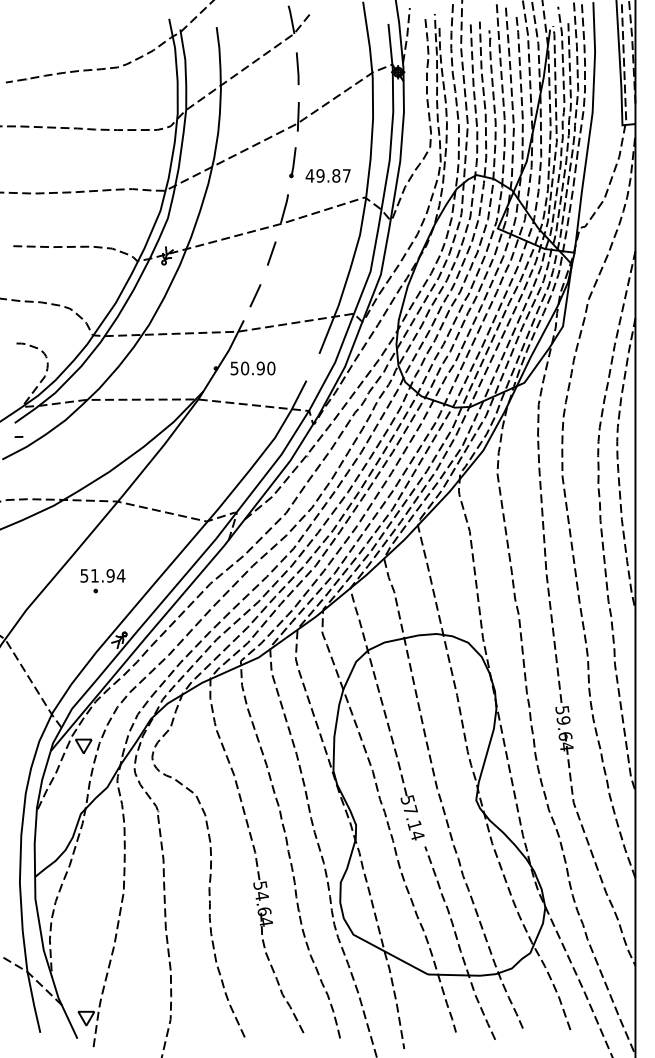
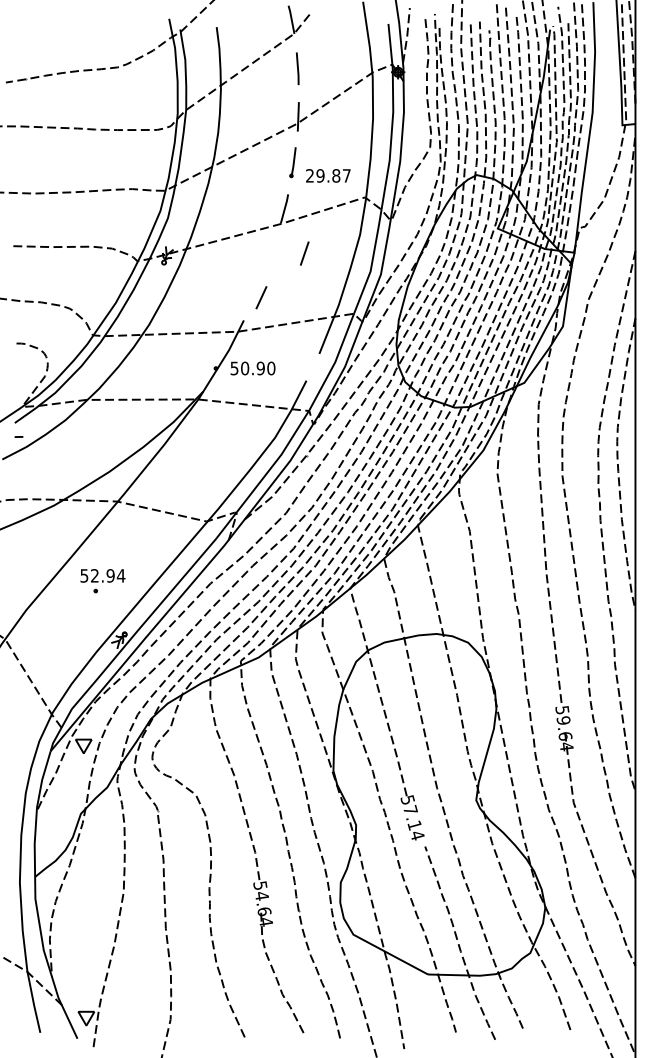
text at (309, 175): 49.87 -> 29.87
line at (271, 253) position: (271, 253) -> (304, 253)
line at (255, 295) position: (255, 295) -> (261, 297)
text at (94, 575): 51.94 -> 52.94
